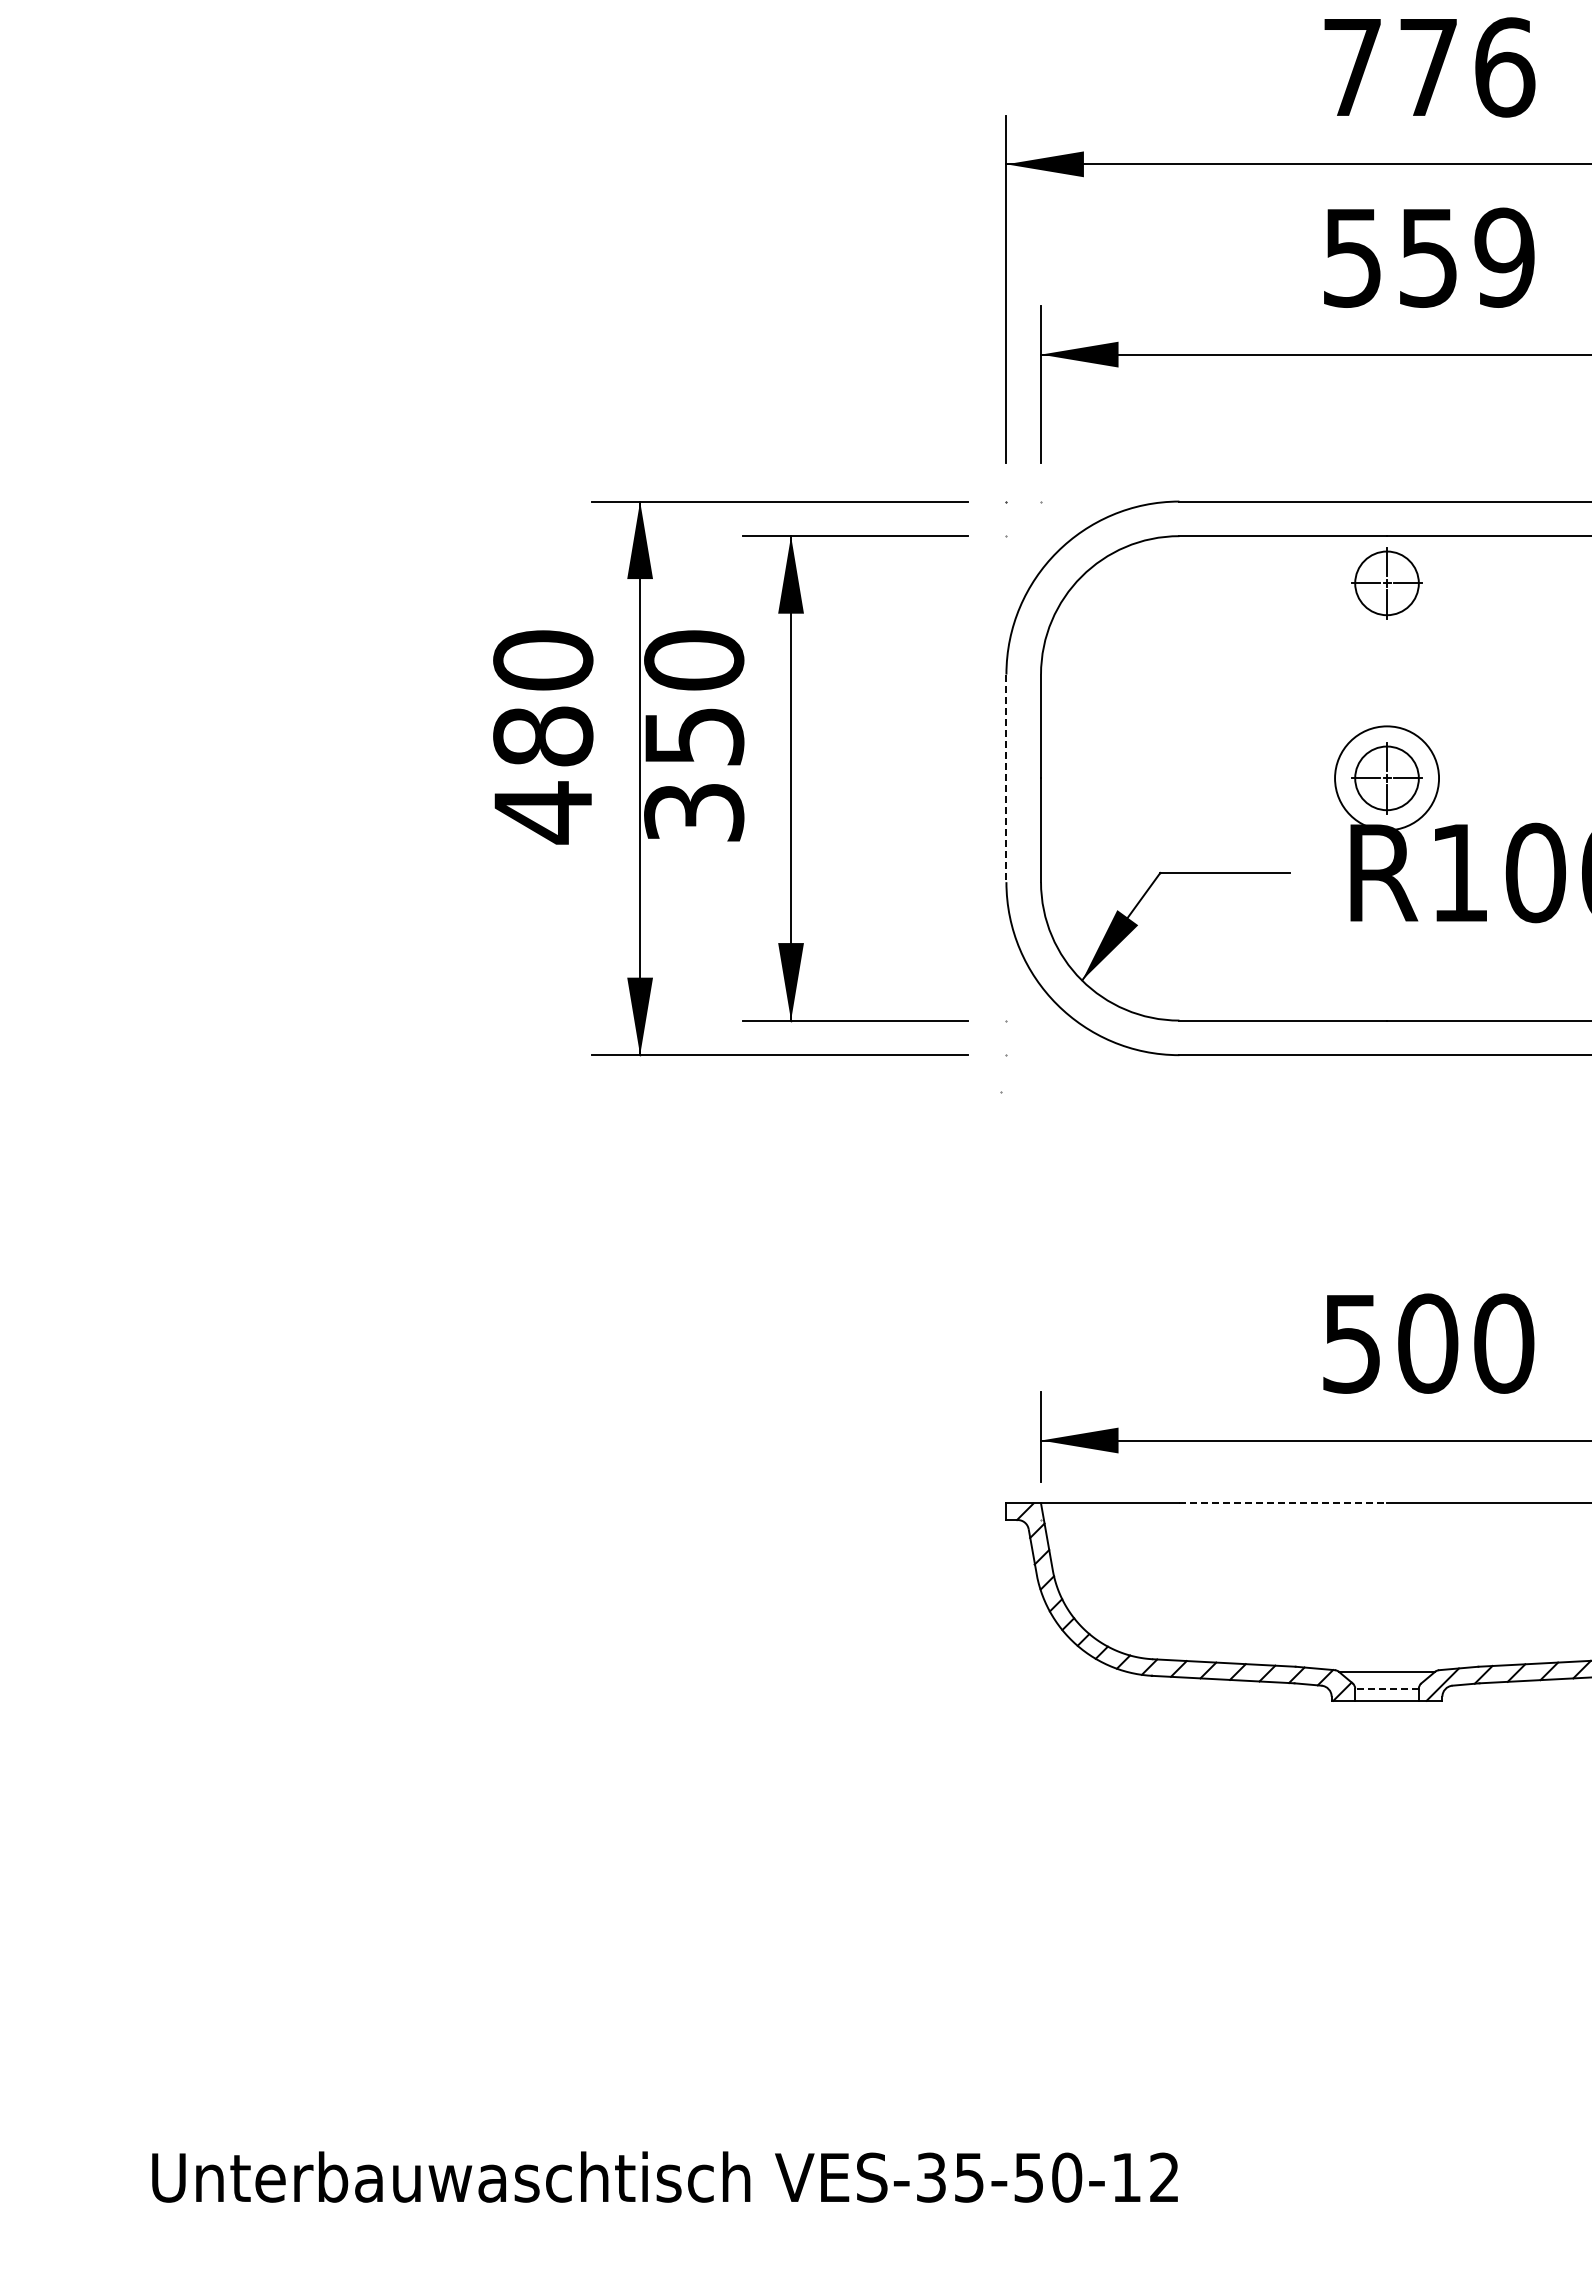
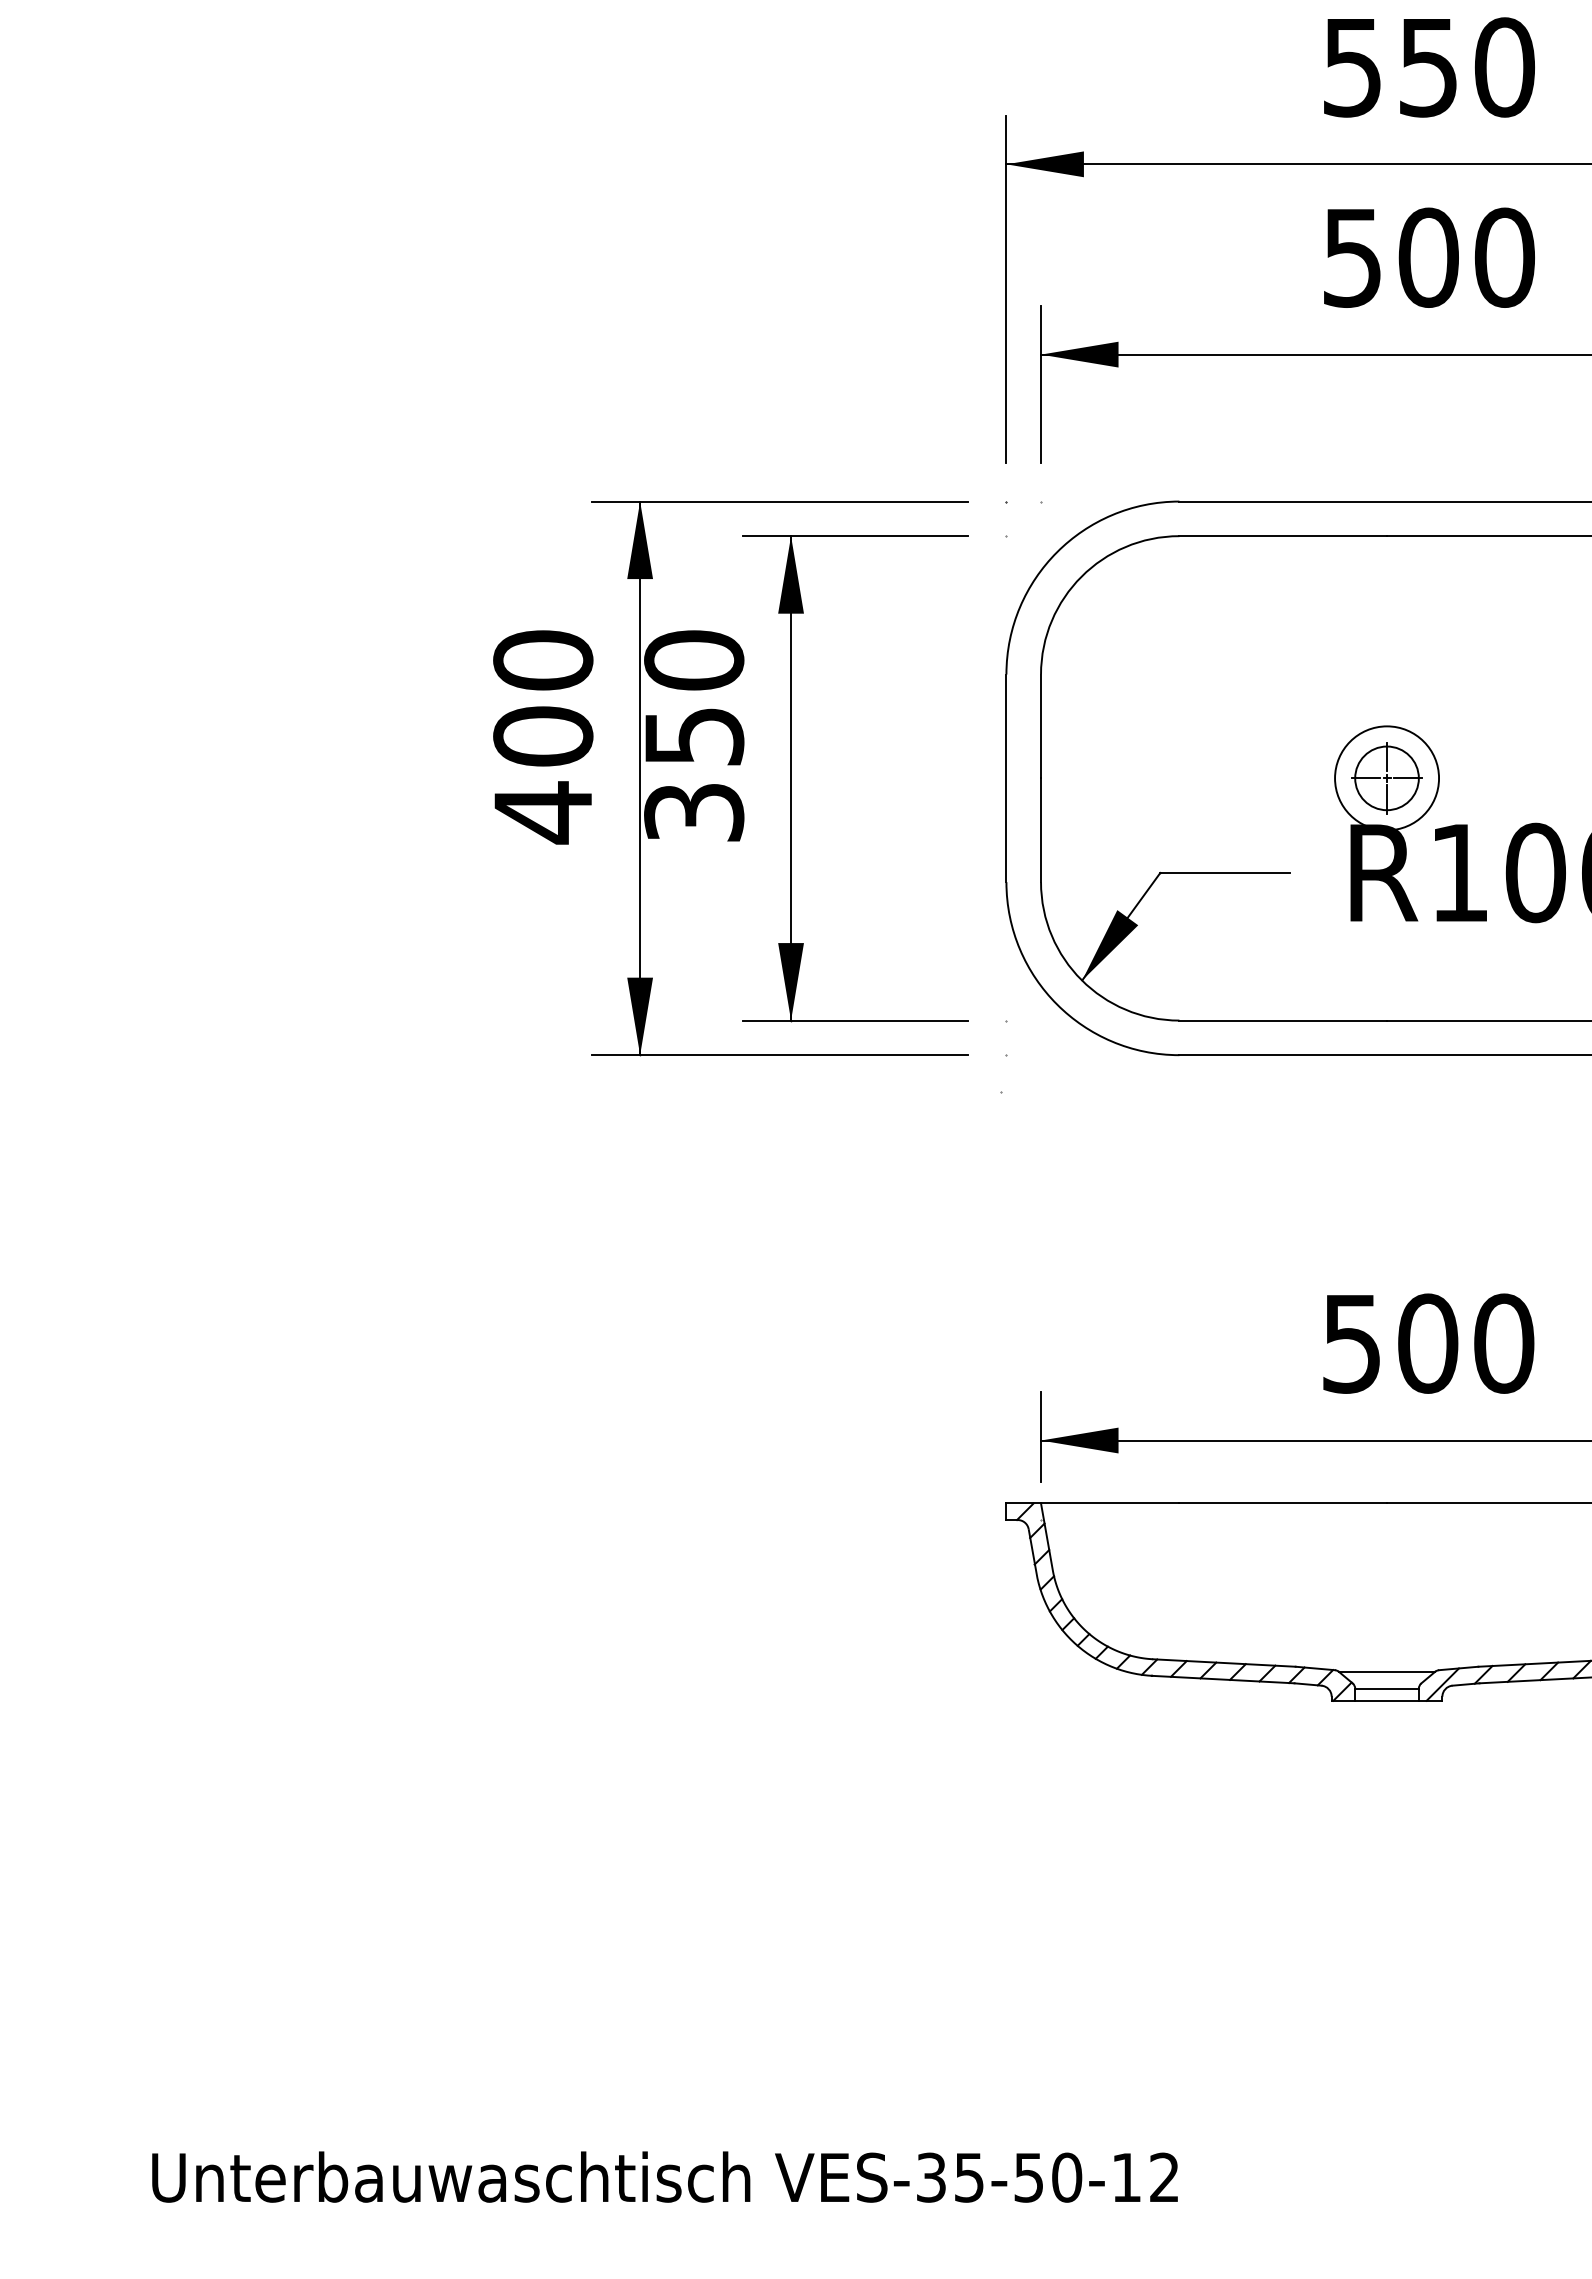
text at (1429, 67): 776 -> 550
text at (1466, 257): 559 -> 500
part at (1386, 583): present -> none
text at (543, 736): 480 -> 400
line at (1006, 778): dashed -> solid
line at (1283, 1503): dashed -> solid
line at (1387, 1688): dashed -> solid
